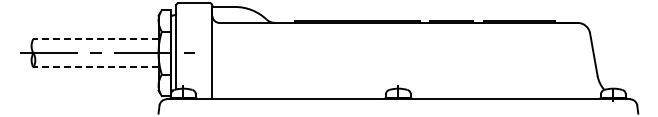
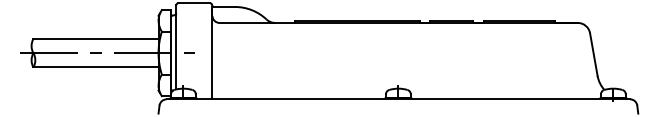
line at (96, 38): dashed -> solid
line at (96, 67): dashed -> solid
